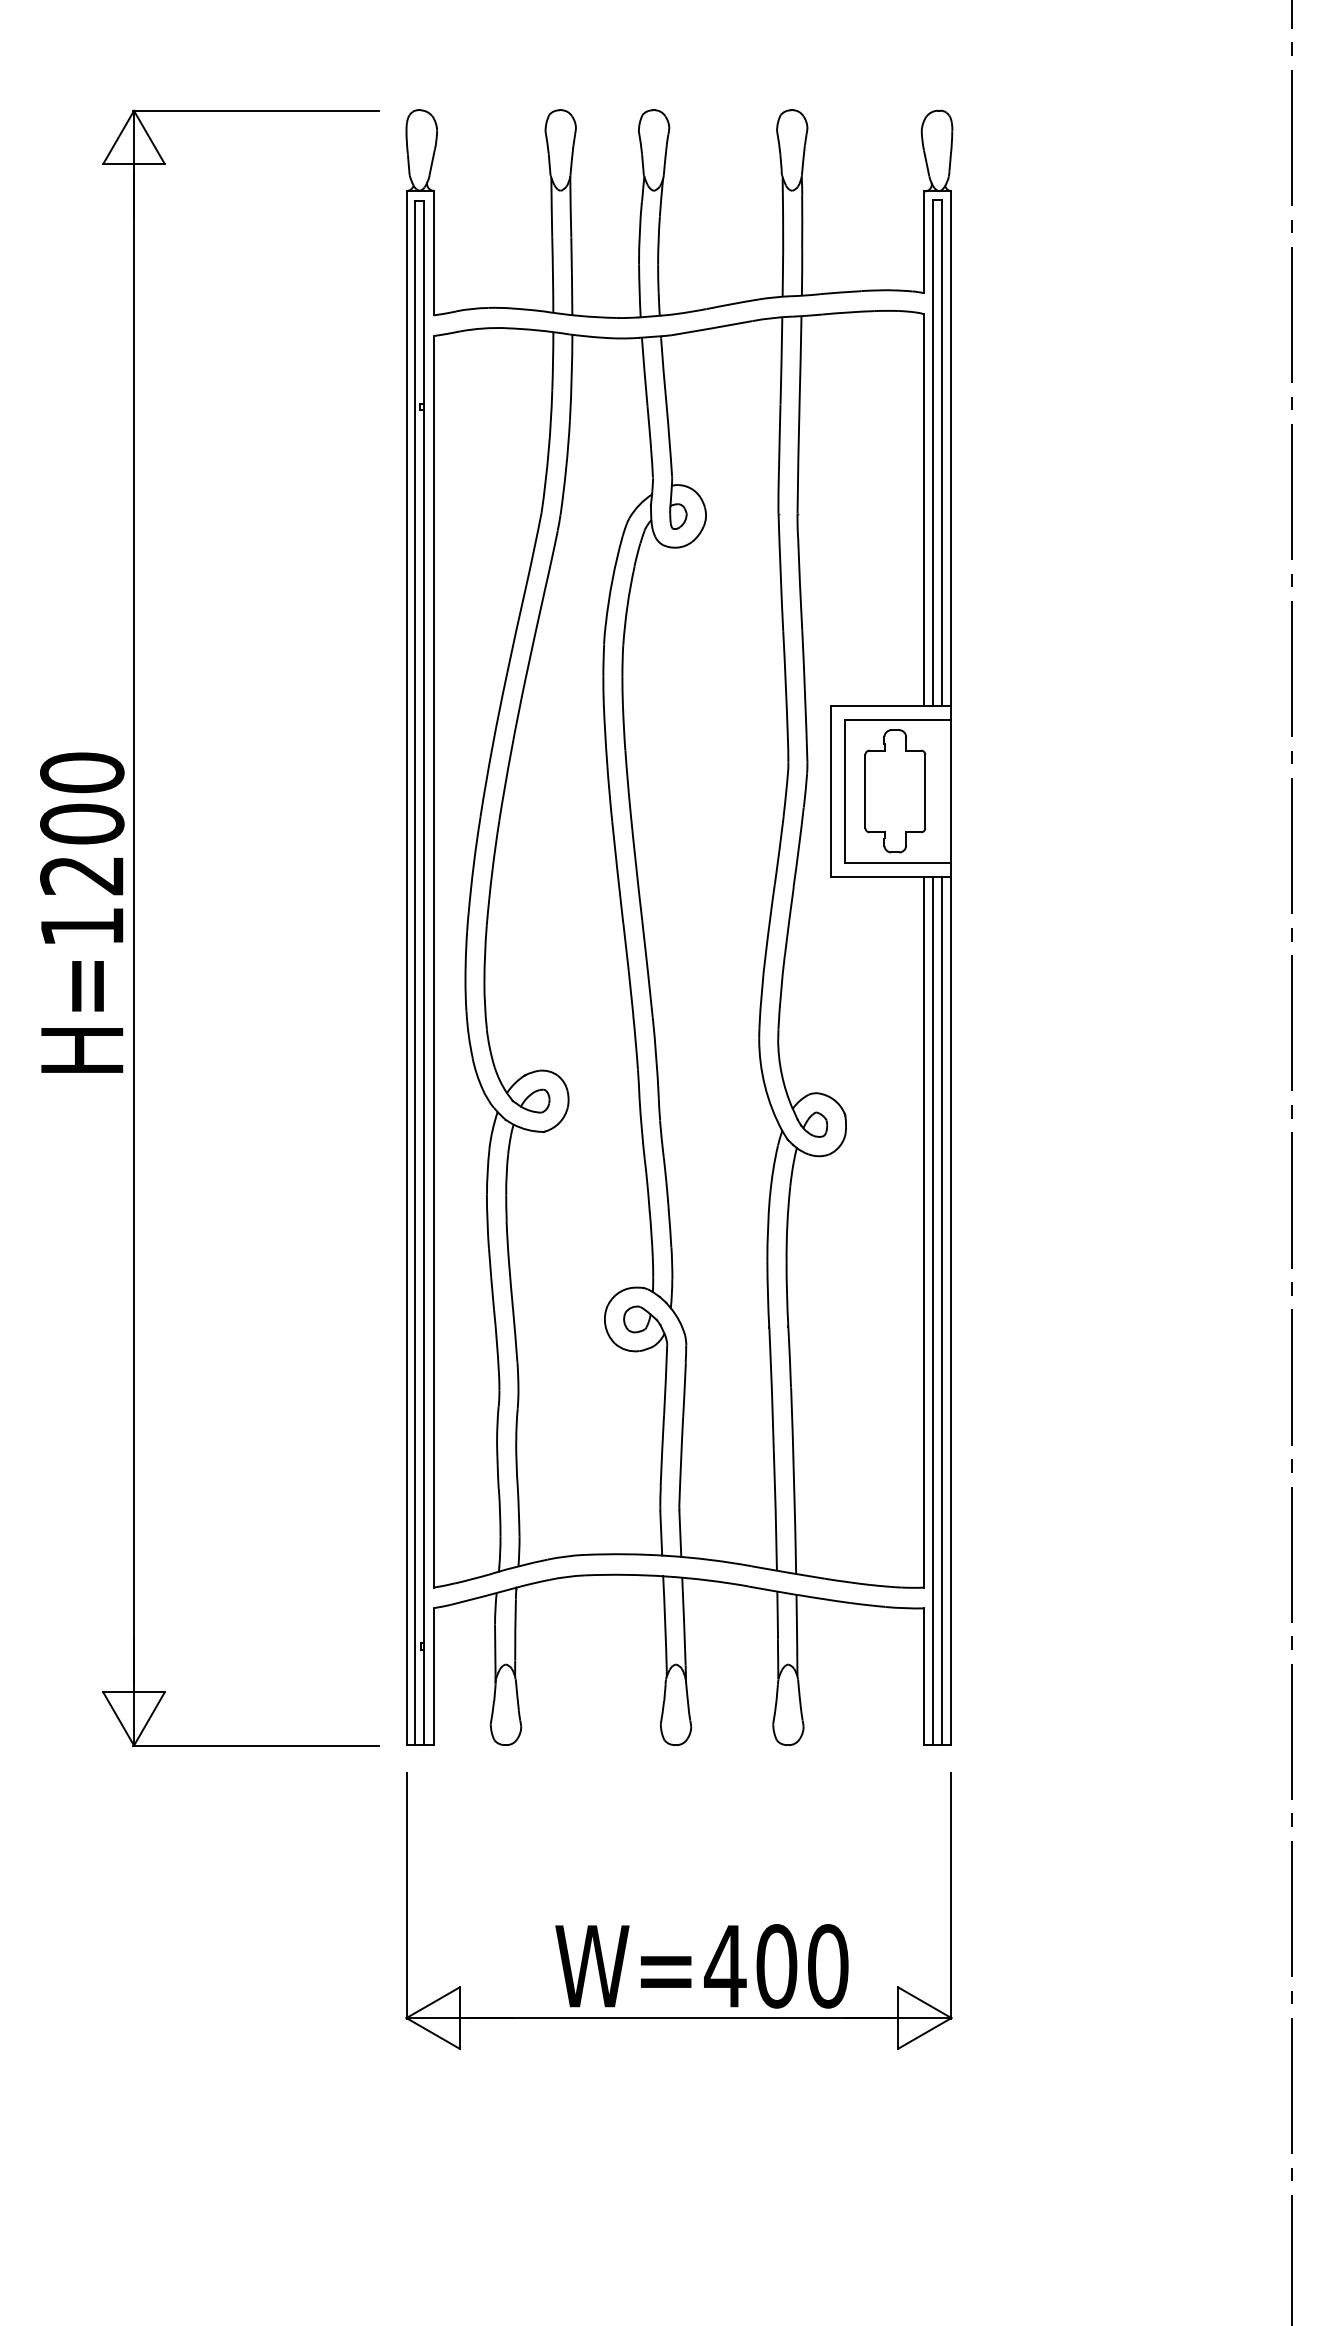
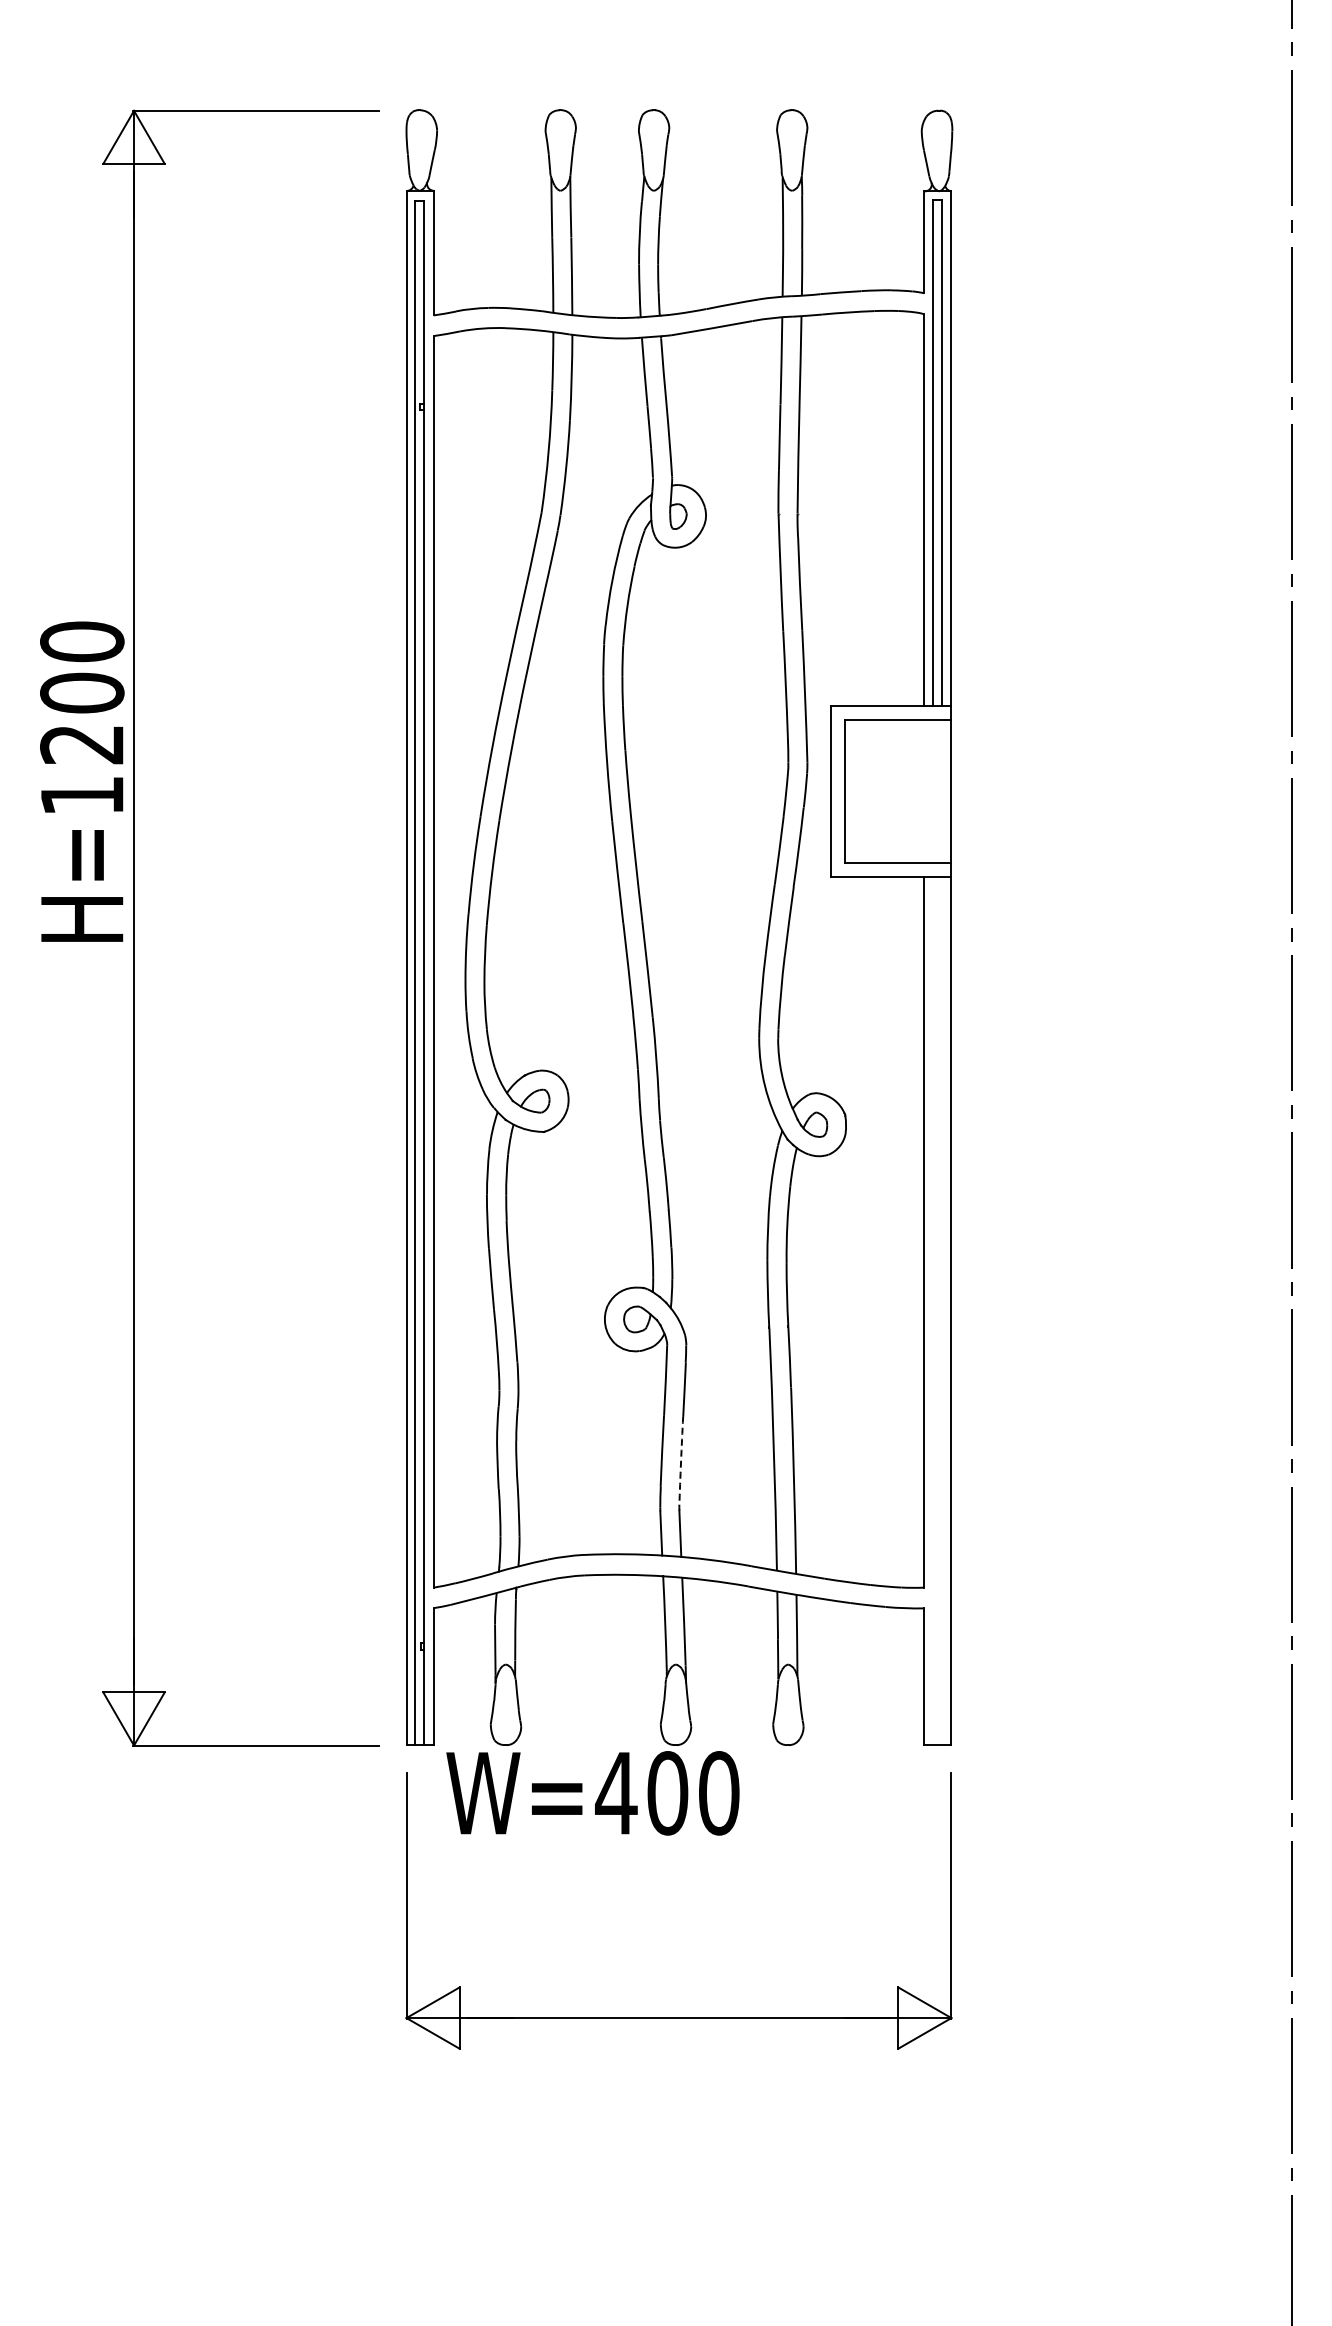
part at (895, 791): present -> none
text at (82, 912) position: (82, 912) -> (82, 781)
line at (933, 1310): present -> none
line at (942, 1310): present -> none
arc at (681, 1461): solid -> dashed
text at (701, 1966) position: (701, 1966) -> (592, 1793)
